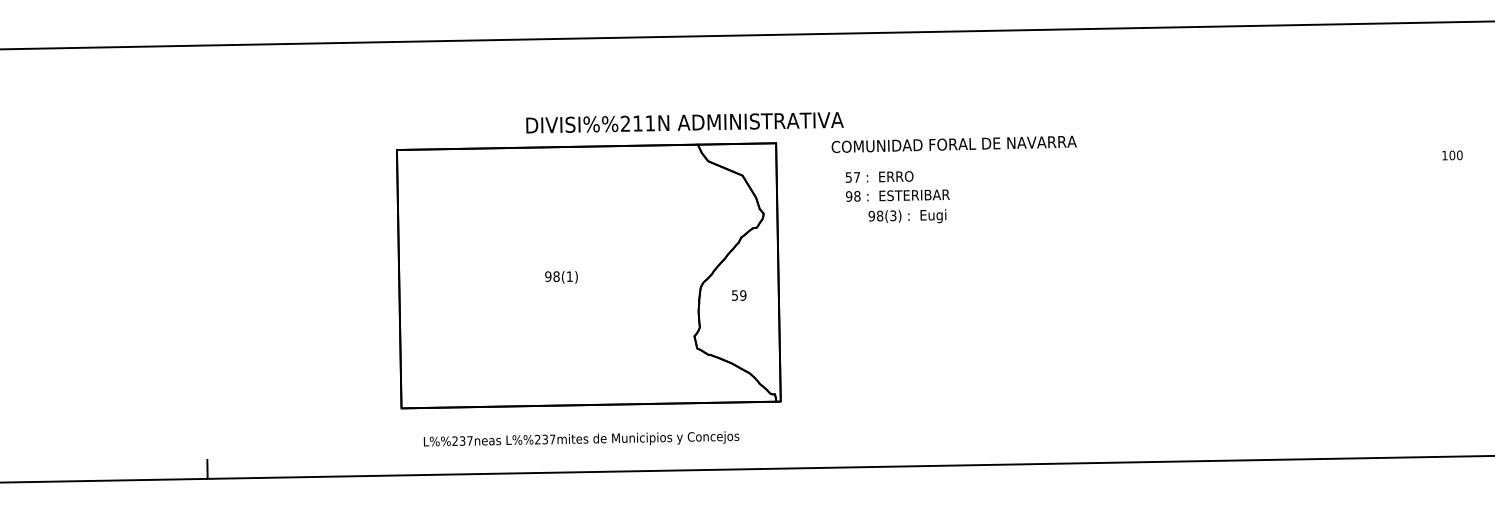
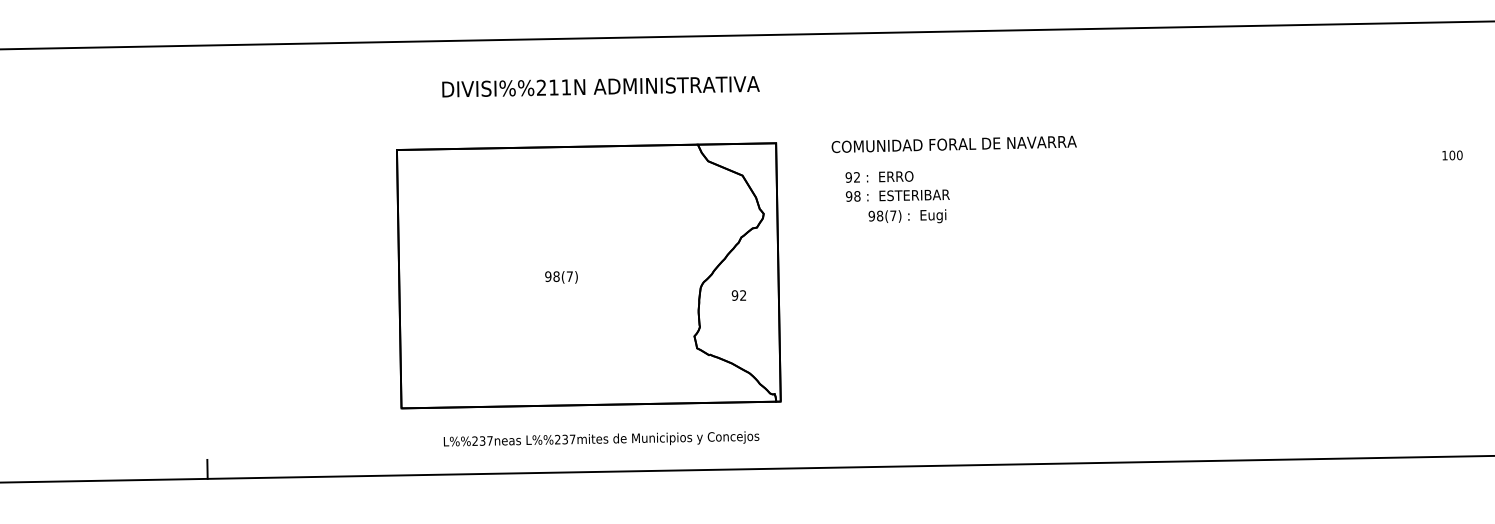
text at (684, 122) position: (684, 122) -> (600, 86)
text at (852, 177): 57 -> 92
text at (893, 215): 98(3) -> 98(7)
text at (569, 276): 98(1) -> 98(7)
text at (738, 295): 59 -> 92
text at (581, 438) position: (581, 438) -> (601, 438)
